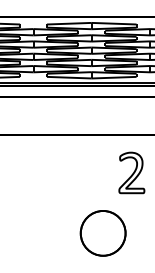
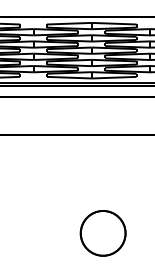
part at (131, 172): present -> none
